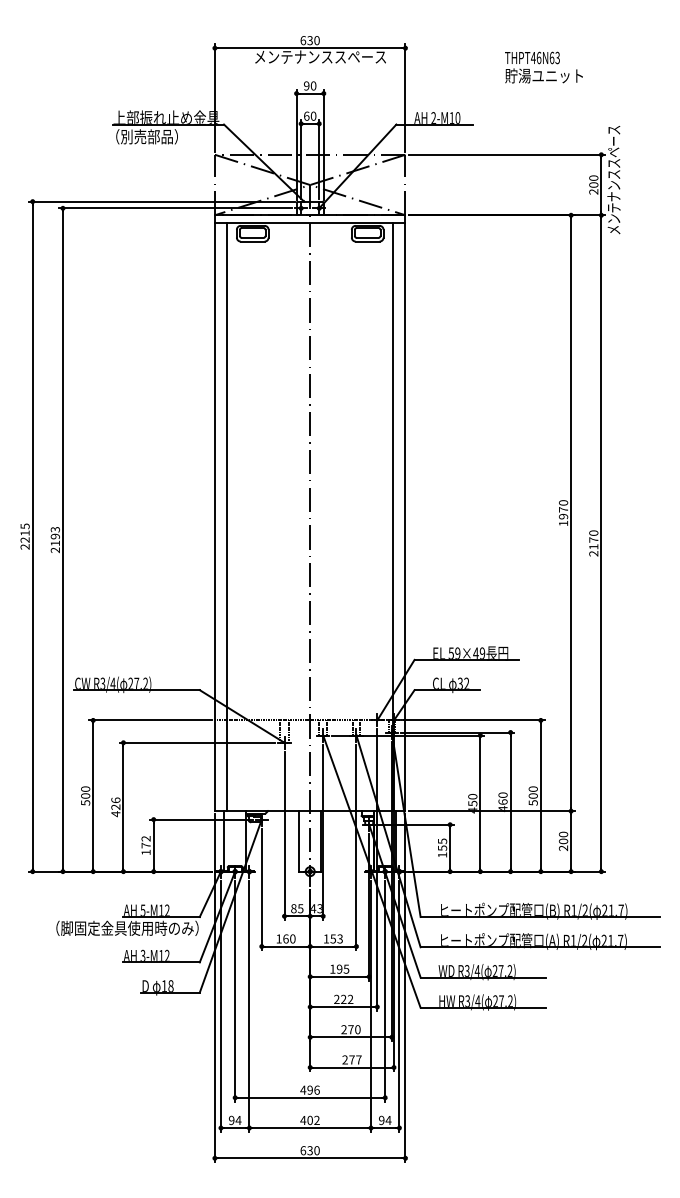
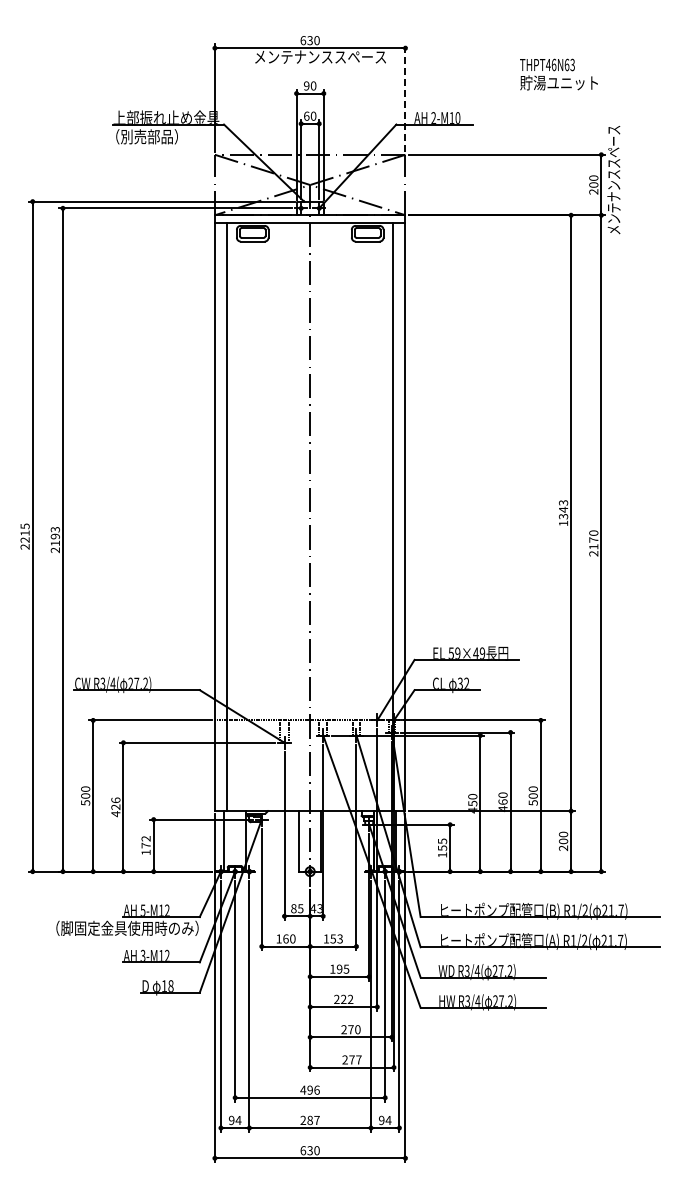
text at (543, 67) position: (543, 67) -> (558, 74)
line at (405, 98): solid -> dashed
text at (563, 509): 1970 -> 1343
text at (309, 1119): 402 -> 287
